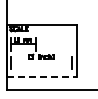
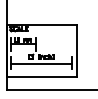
line at (41, 63): none -> present
line at (42, 76): dashed -> solid
